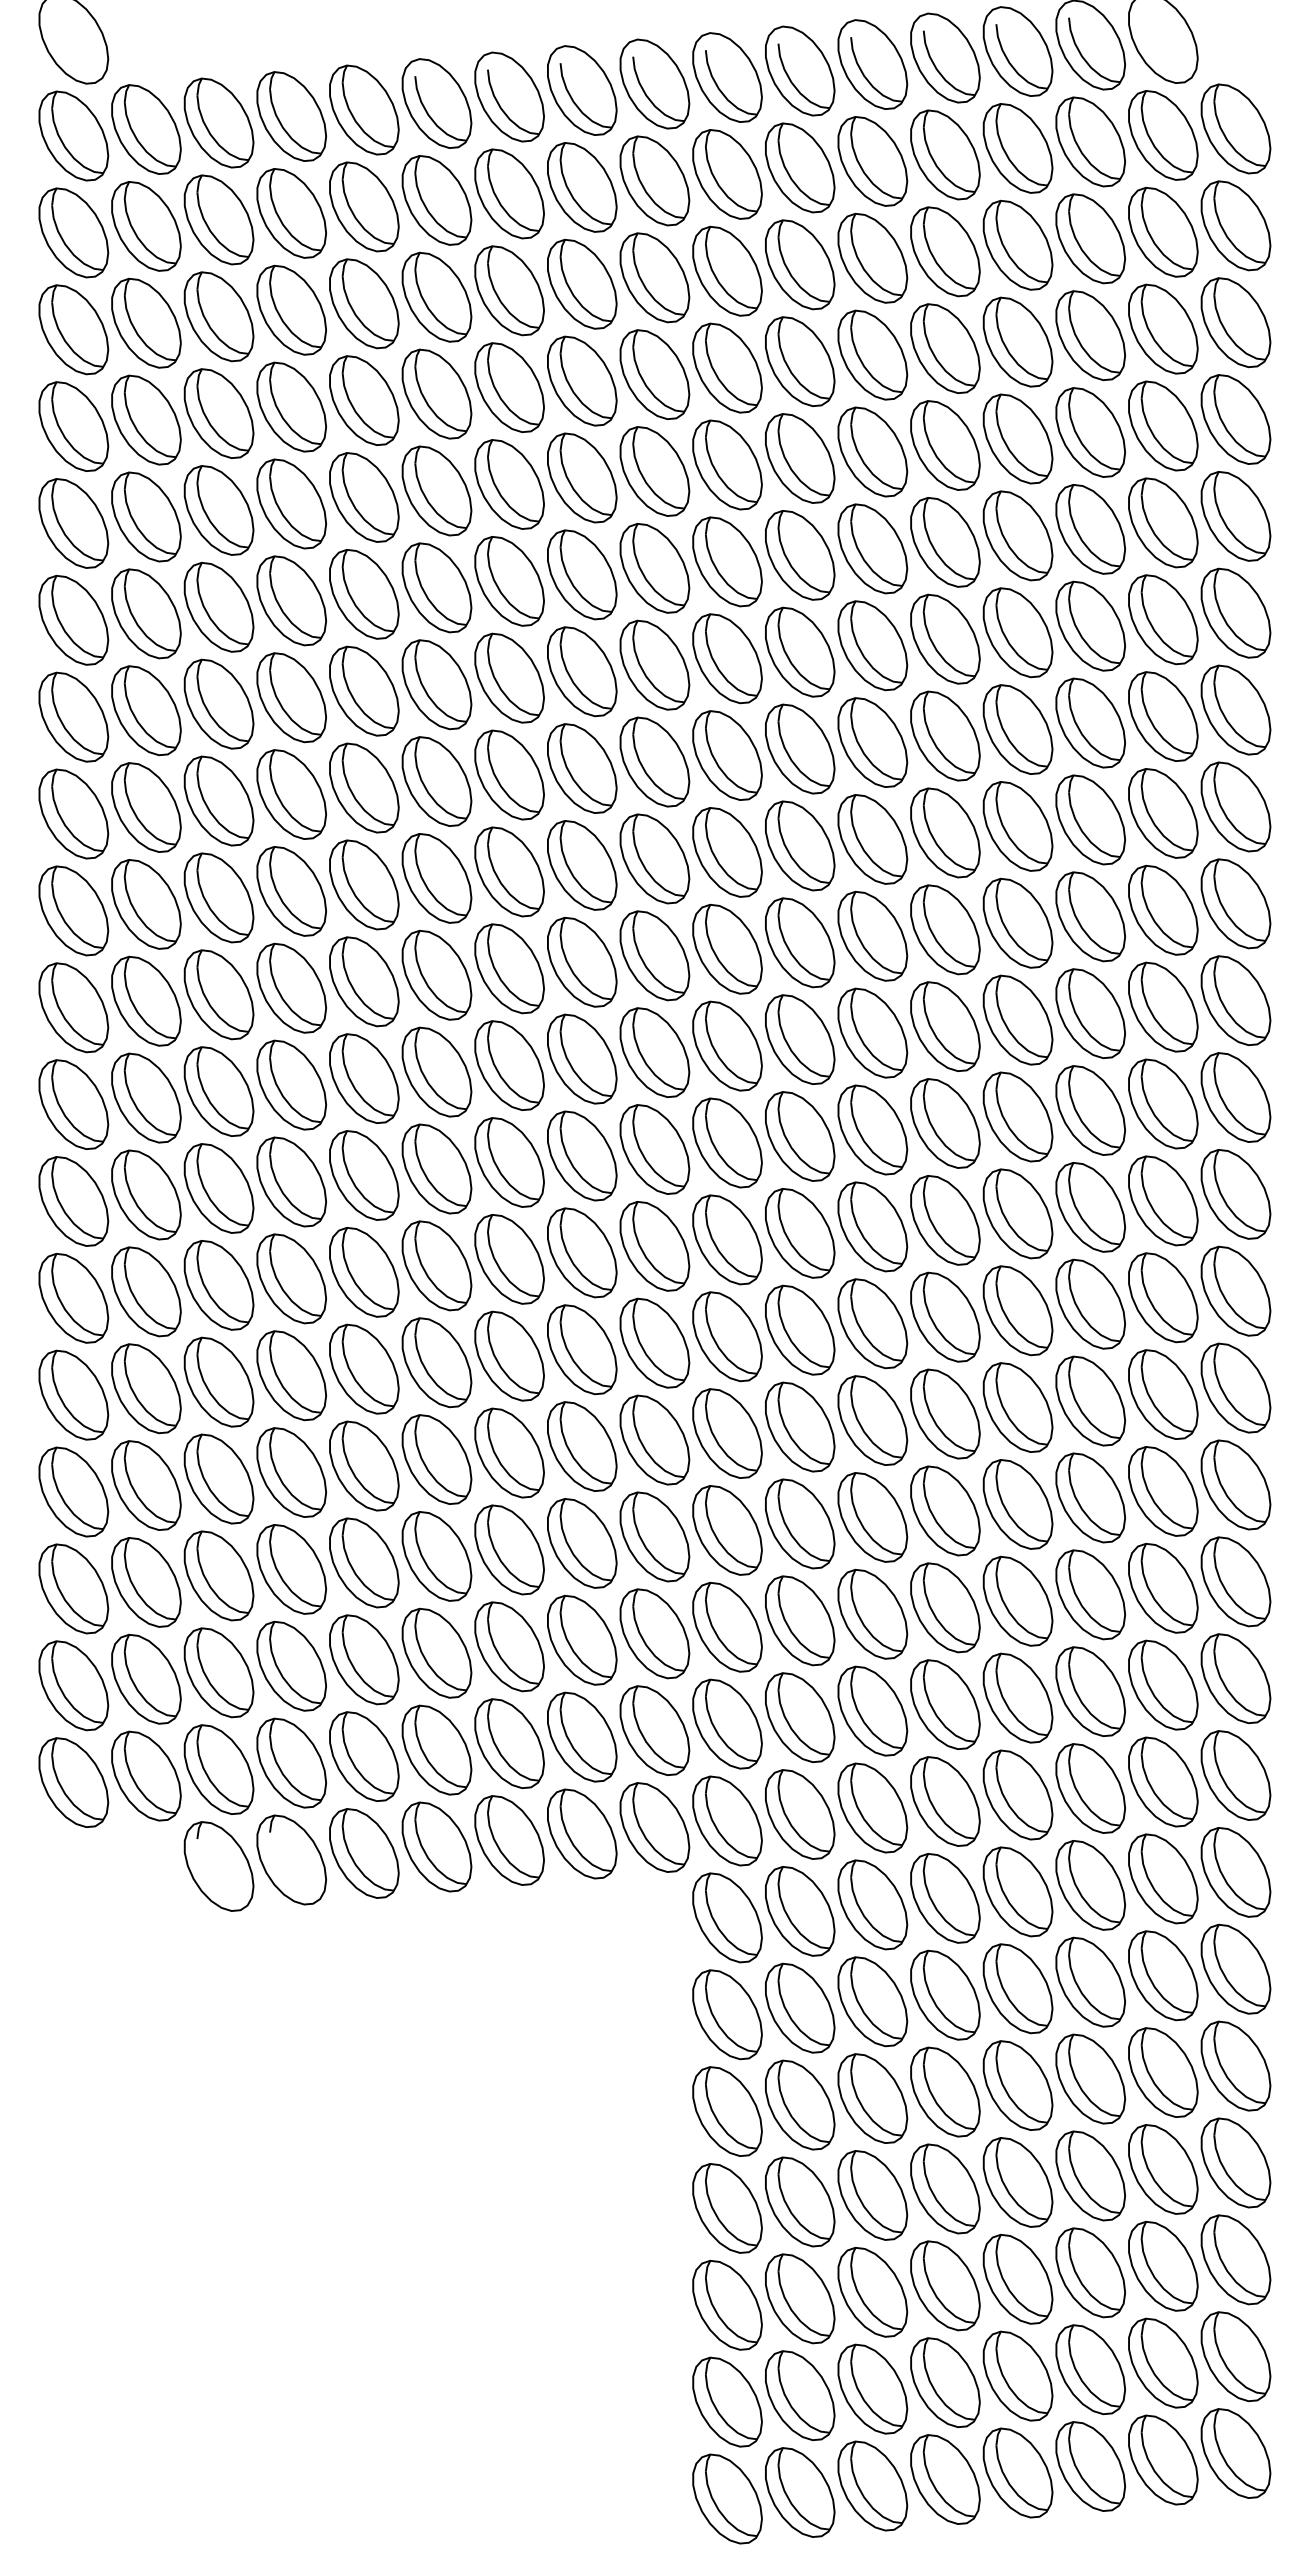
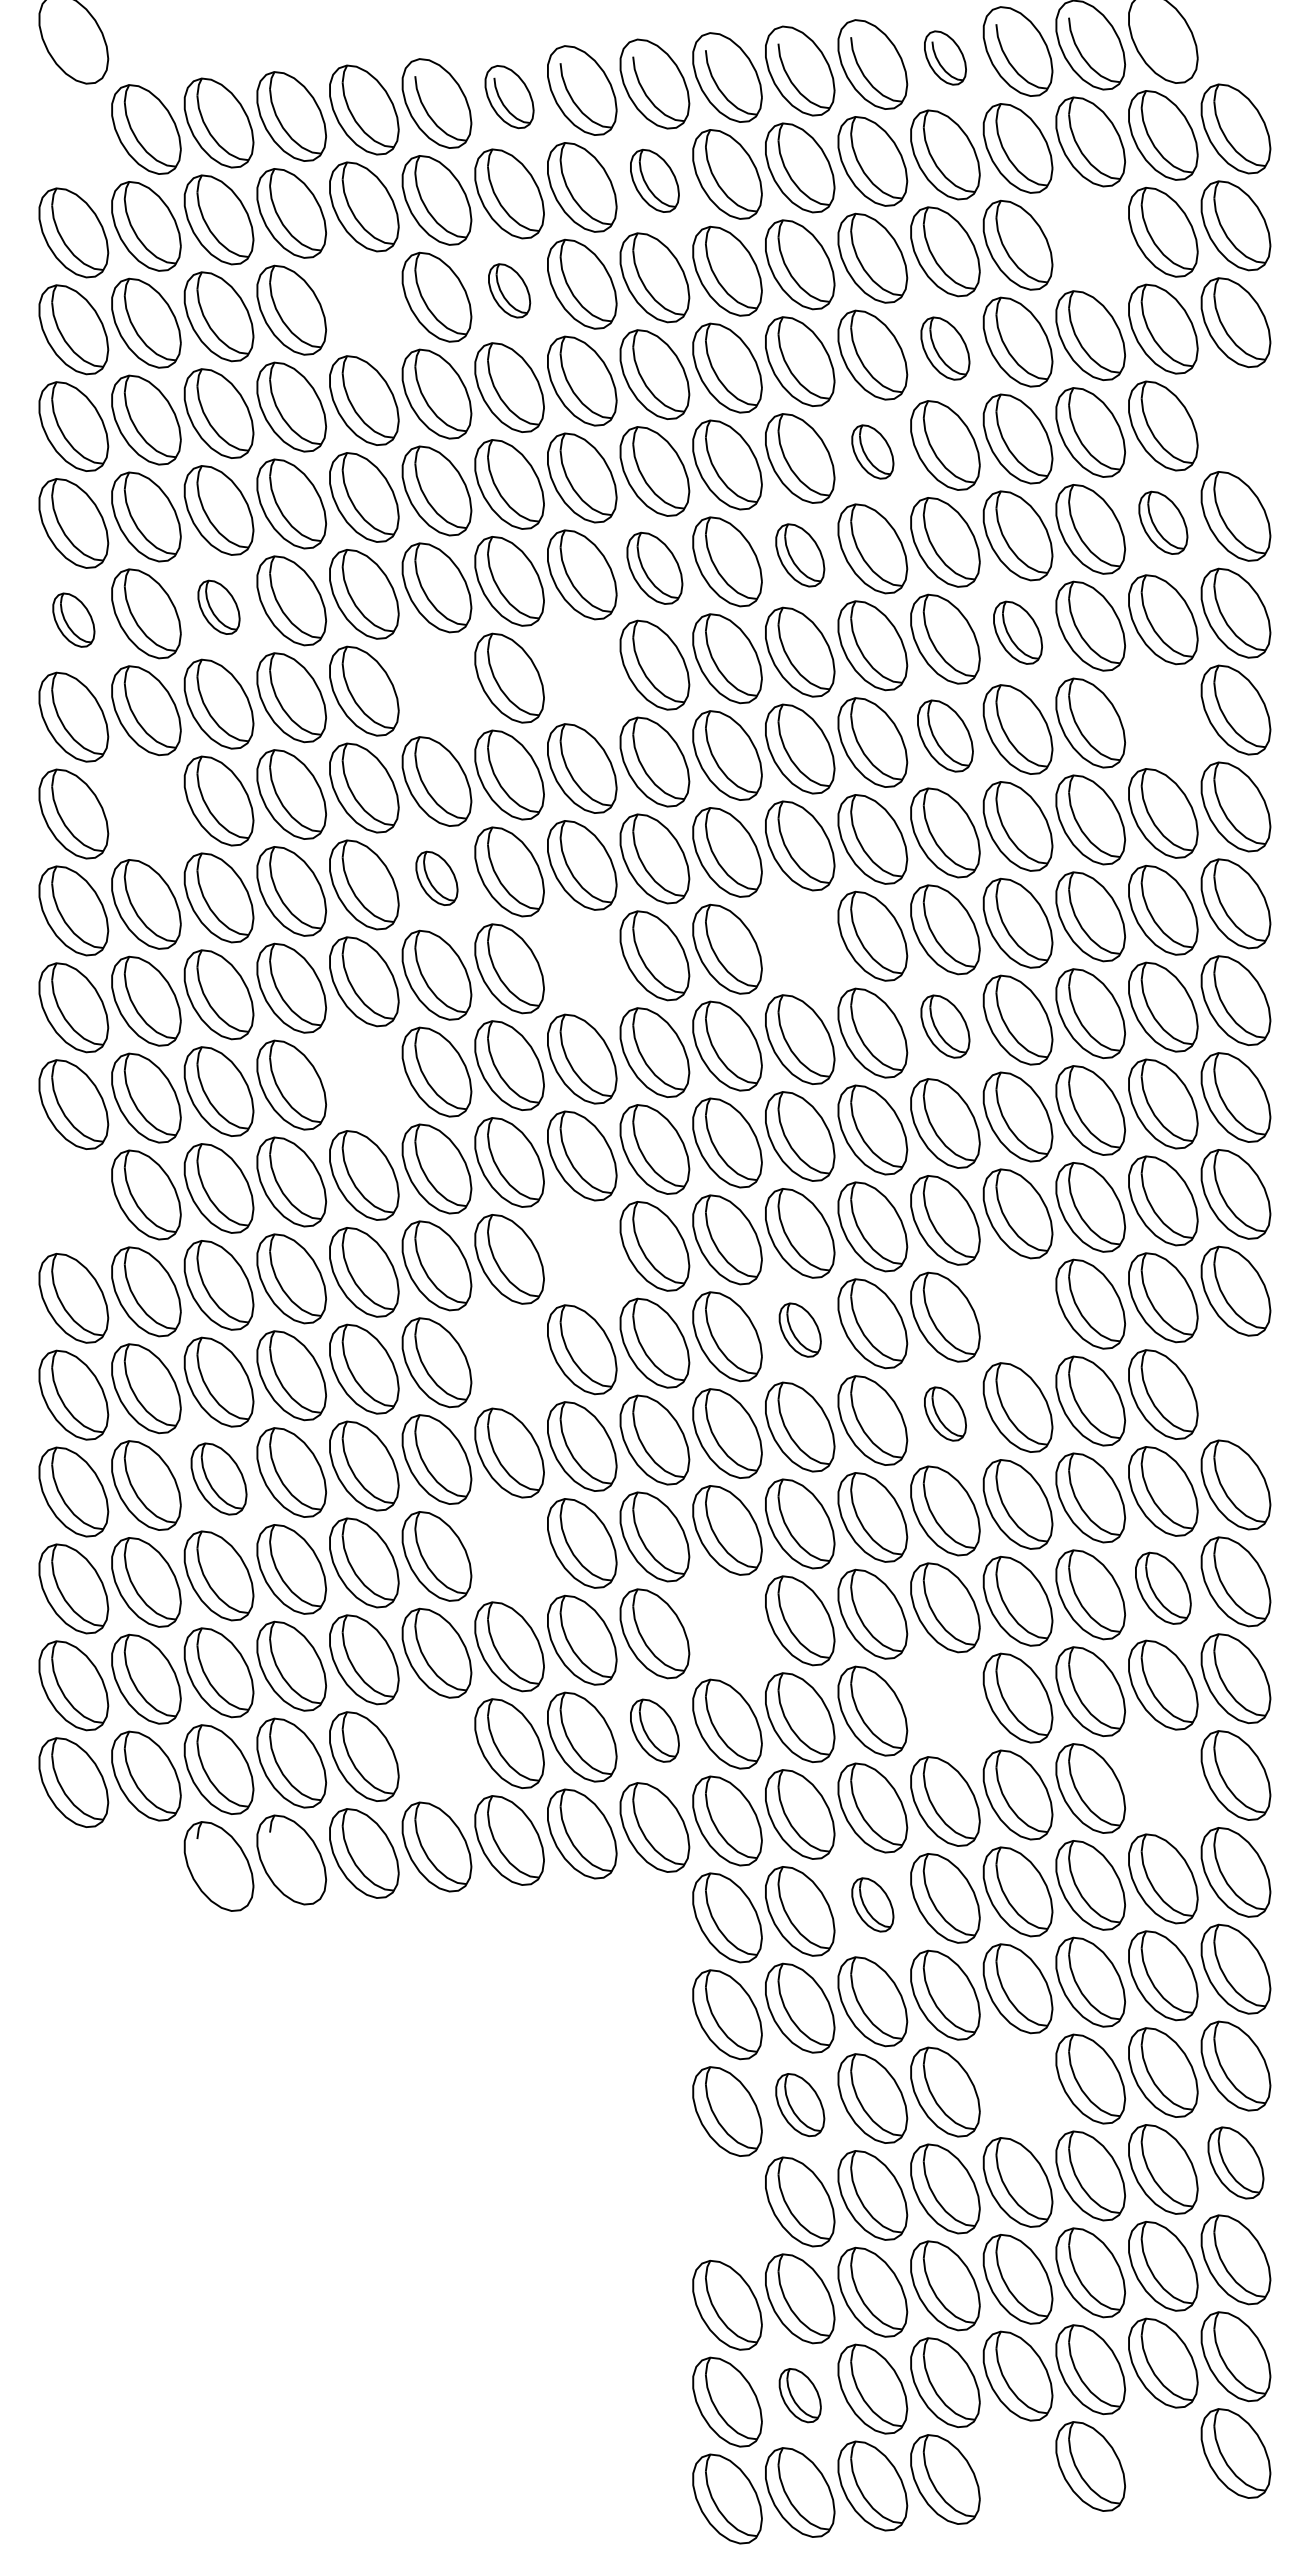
part at (945, 57) size: 71x92 px -> 43x56 px
part at (509, 96) size: 71x92 px -> 51x65 px
part at (73, 135): present -> none
part at (654, 180) size: 72x92 px -> 50x64 px
part at (1090, 238): present -> none
part at (509, 290) size: 71x92 px -> 44x56 px
part at (364, 303): present -> none
part at (945, 348) size: 71x91 px -> 51x65 px
part at (1235, 419): present -> none
part at (872, 451) size: 72x92 px -> 44x56 px
part at (1163, 522) size: 71x92 px -> 51x65 px
part at (800, 555) size: 71x91 px -> 51x65 px
part at (654, 568) size: 72x91 px -> 58x74 px
part at (218, 607) size: 72x91 px -> 44x56 px
part at (73, 619) size: 72x92 px -> 44x56 px
part at (1017, 632) size: 72x92 px -> 50x65 px
part at (582, 671): present -> none
part at (436, 684): present -> none
part at (1163, 716): present -> none
part at (945, 735) size: 71x92 px -> 57x74 px
part at (146, 807): present -> none
part at (436, 878) size: 72x91 px -> 44x56 px
part at (800, 942): present -> none
part at (582, 961): present -> none
part at (945, 1026) size: 71x91 px -> 51x65 px
part at (364, 1078): present -> none
part at (73, 1201): present -> none
part at (582, 1252): present -> none
part at (1017, 1310): present -> none
part at (800, 1329) size: 71x92 px -> 44x56 px
part at (509, 1355): present -> none
part at (1235, 1387): present -> none
part at (945, 1413) size: 71x92 px -> 43x56 px
part at (218, 1478) size: 72x92 px -> 58x74 px
part at (509, 1549): present -> none
part at (1163, 1588) size: 71x91 px -> 57x74 px
part at (727, 1626): present -> none
part at (945, 1704): present -> none
part at (654, 1730) size: 72x92 px -> 50x65 px
part at (436, 1749): present -> none
part at (1163, 1781): present -> none
part at (872, 1904) size: 72x92 px -> 44x56 px
part at (1017, 2085): present -> none
part at (800, 2104) size: 71x92 px -> 51x65 px
part at (1235, 2162) size: 72x92 px -> 58x74 px
part at (727, 2208): present -> none
part at (800, 2395) size: 71x91 px -> 44x56 px
part at (1163, 2459): present -> none
part at (1017, 2472): present -> none
